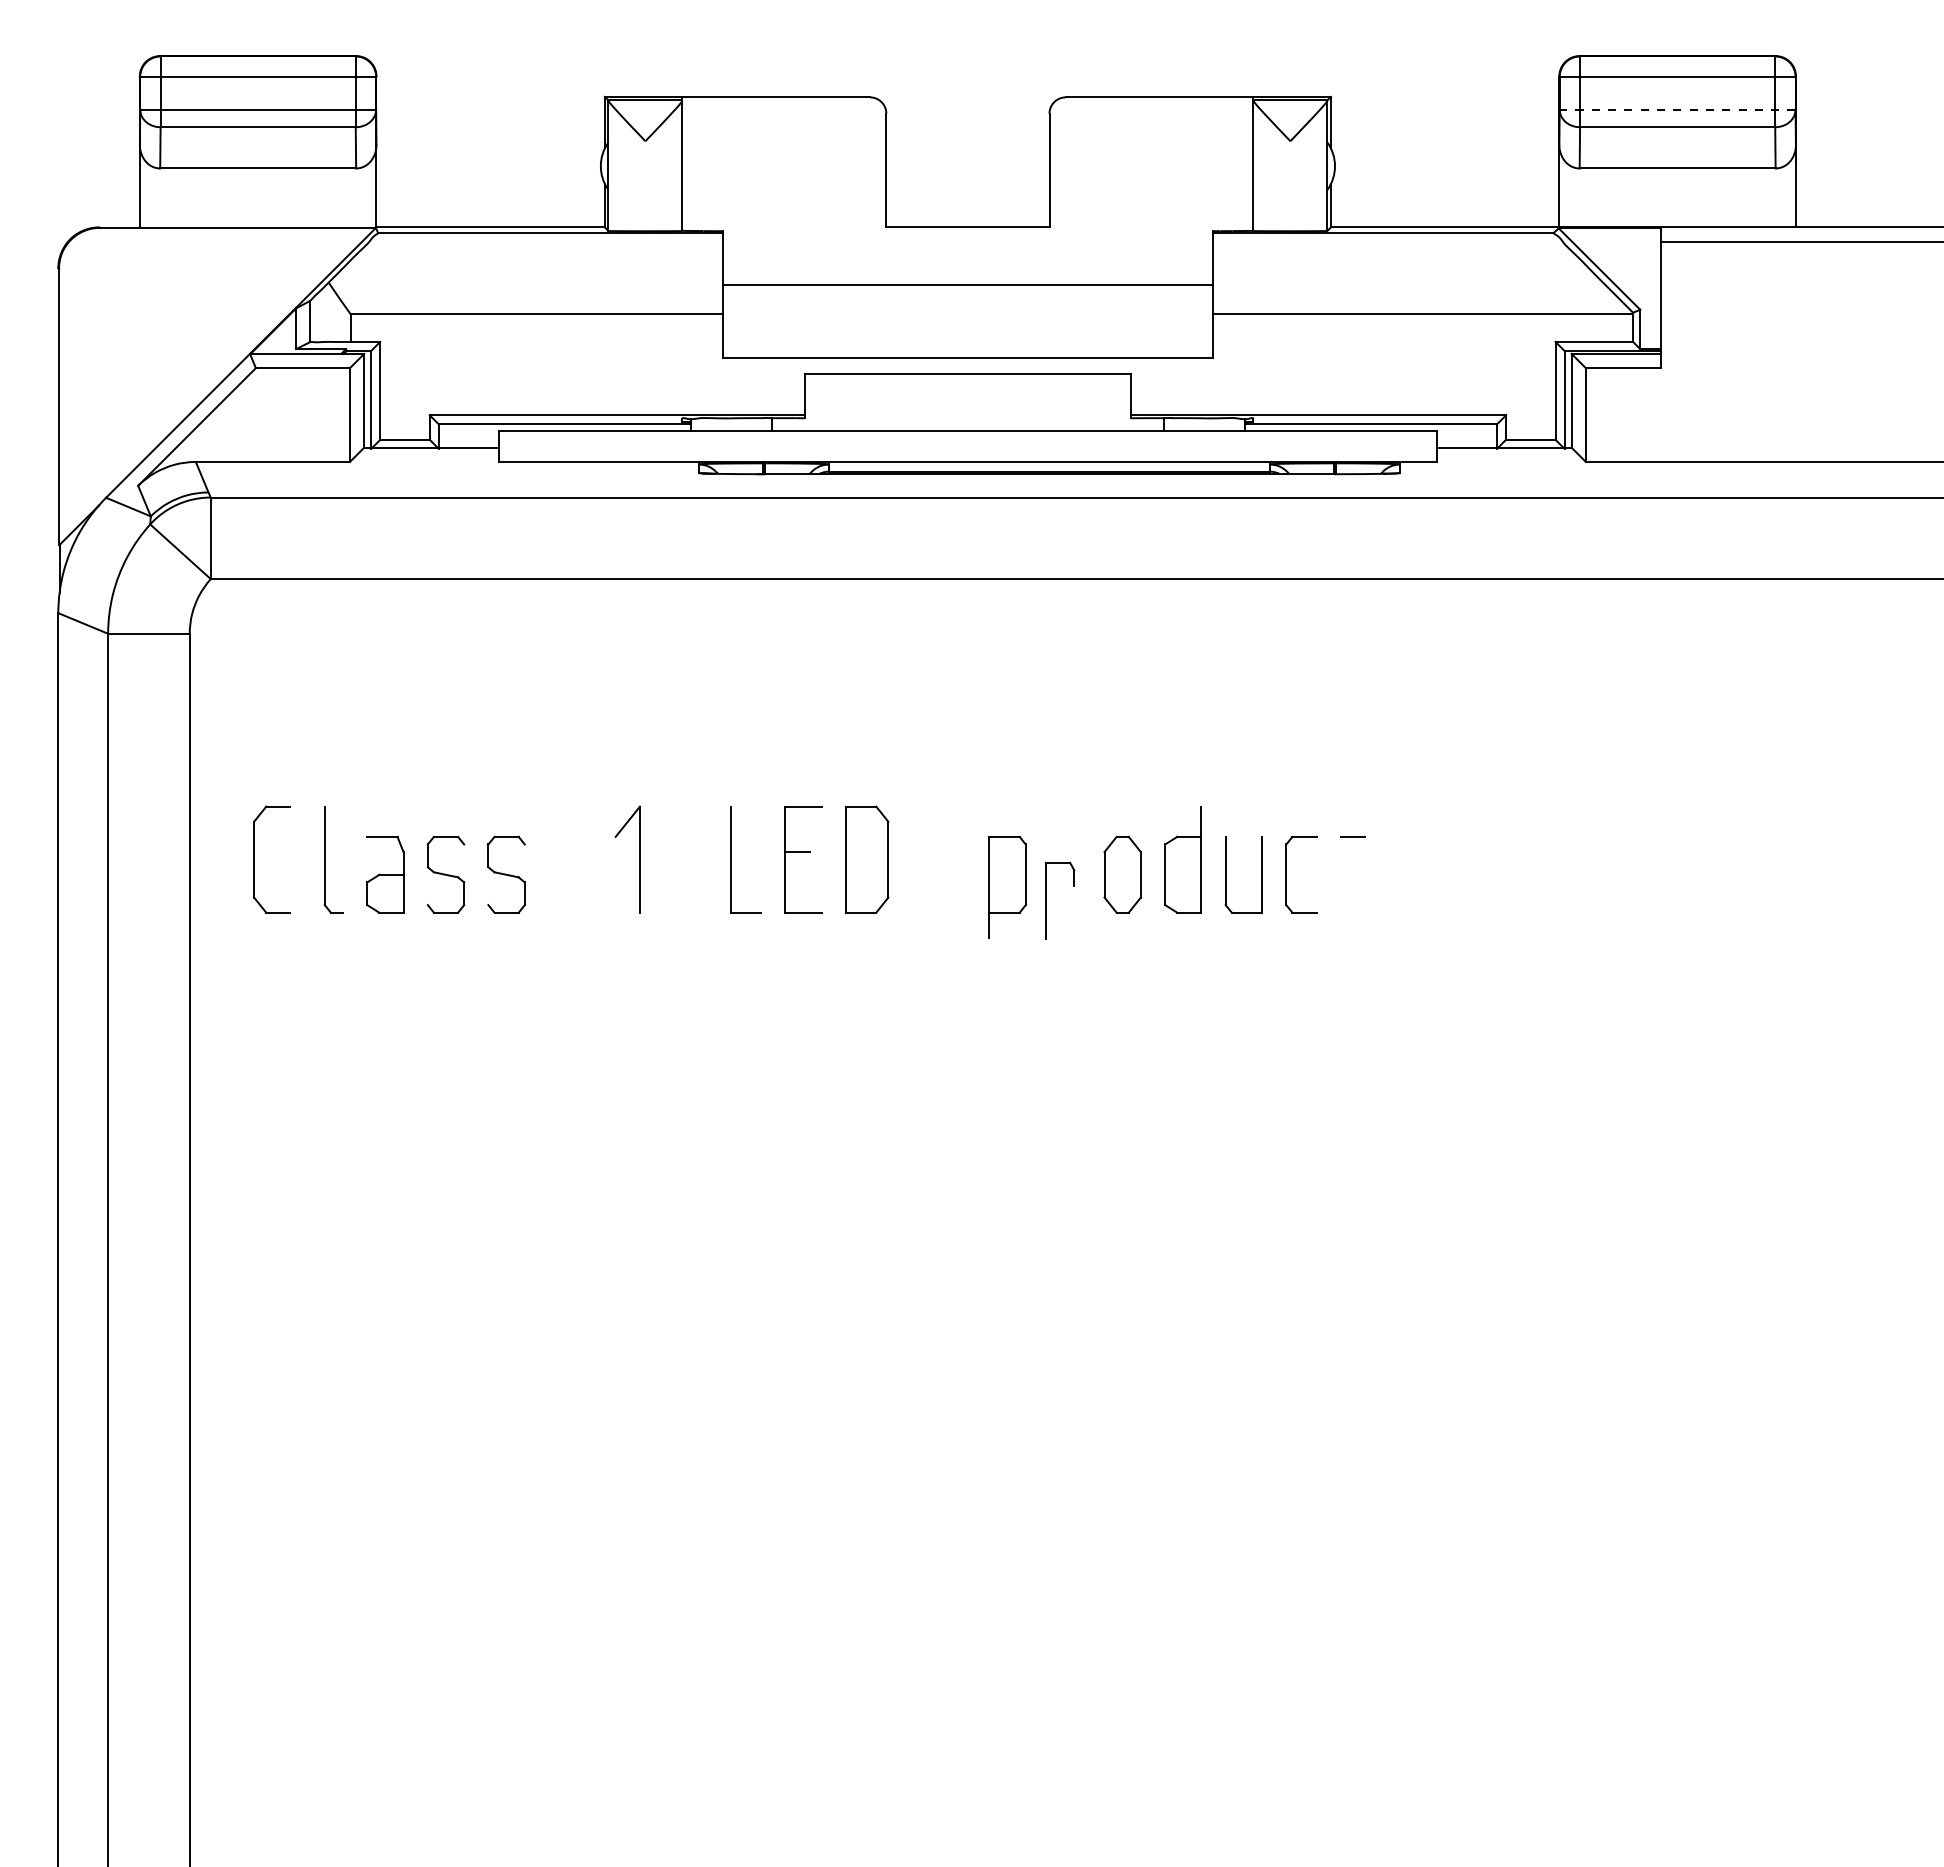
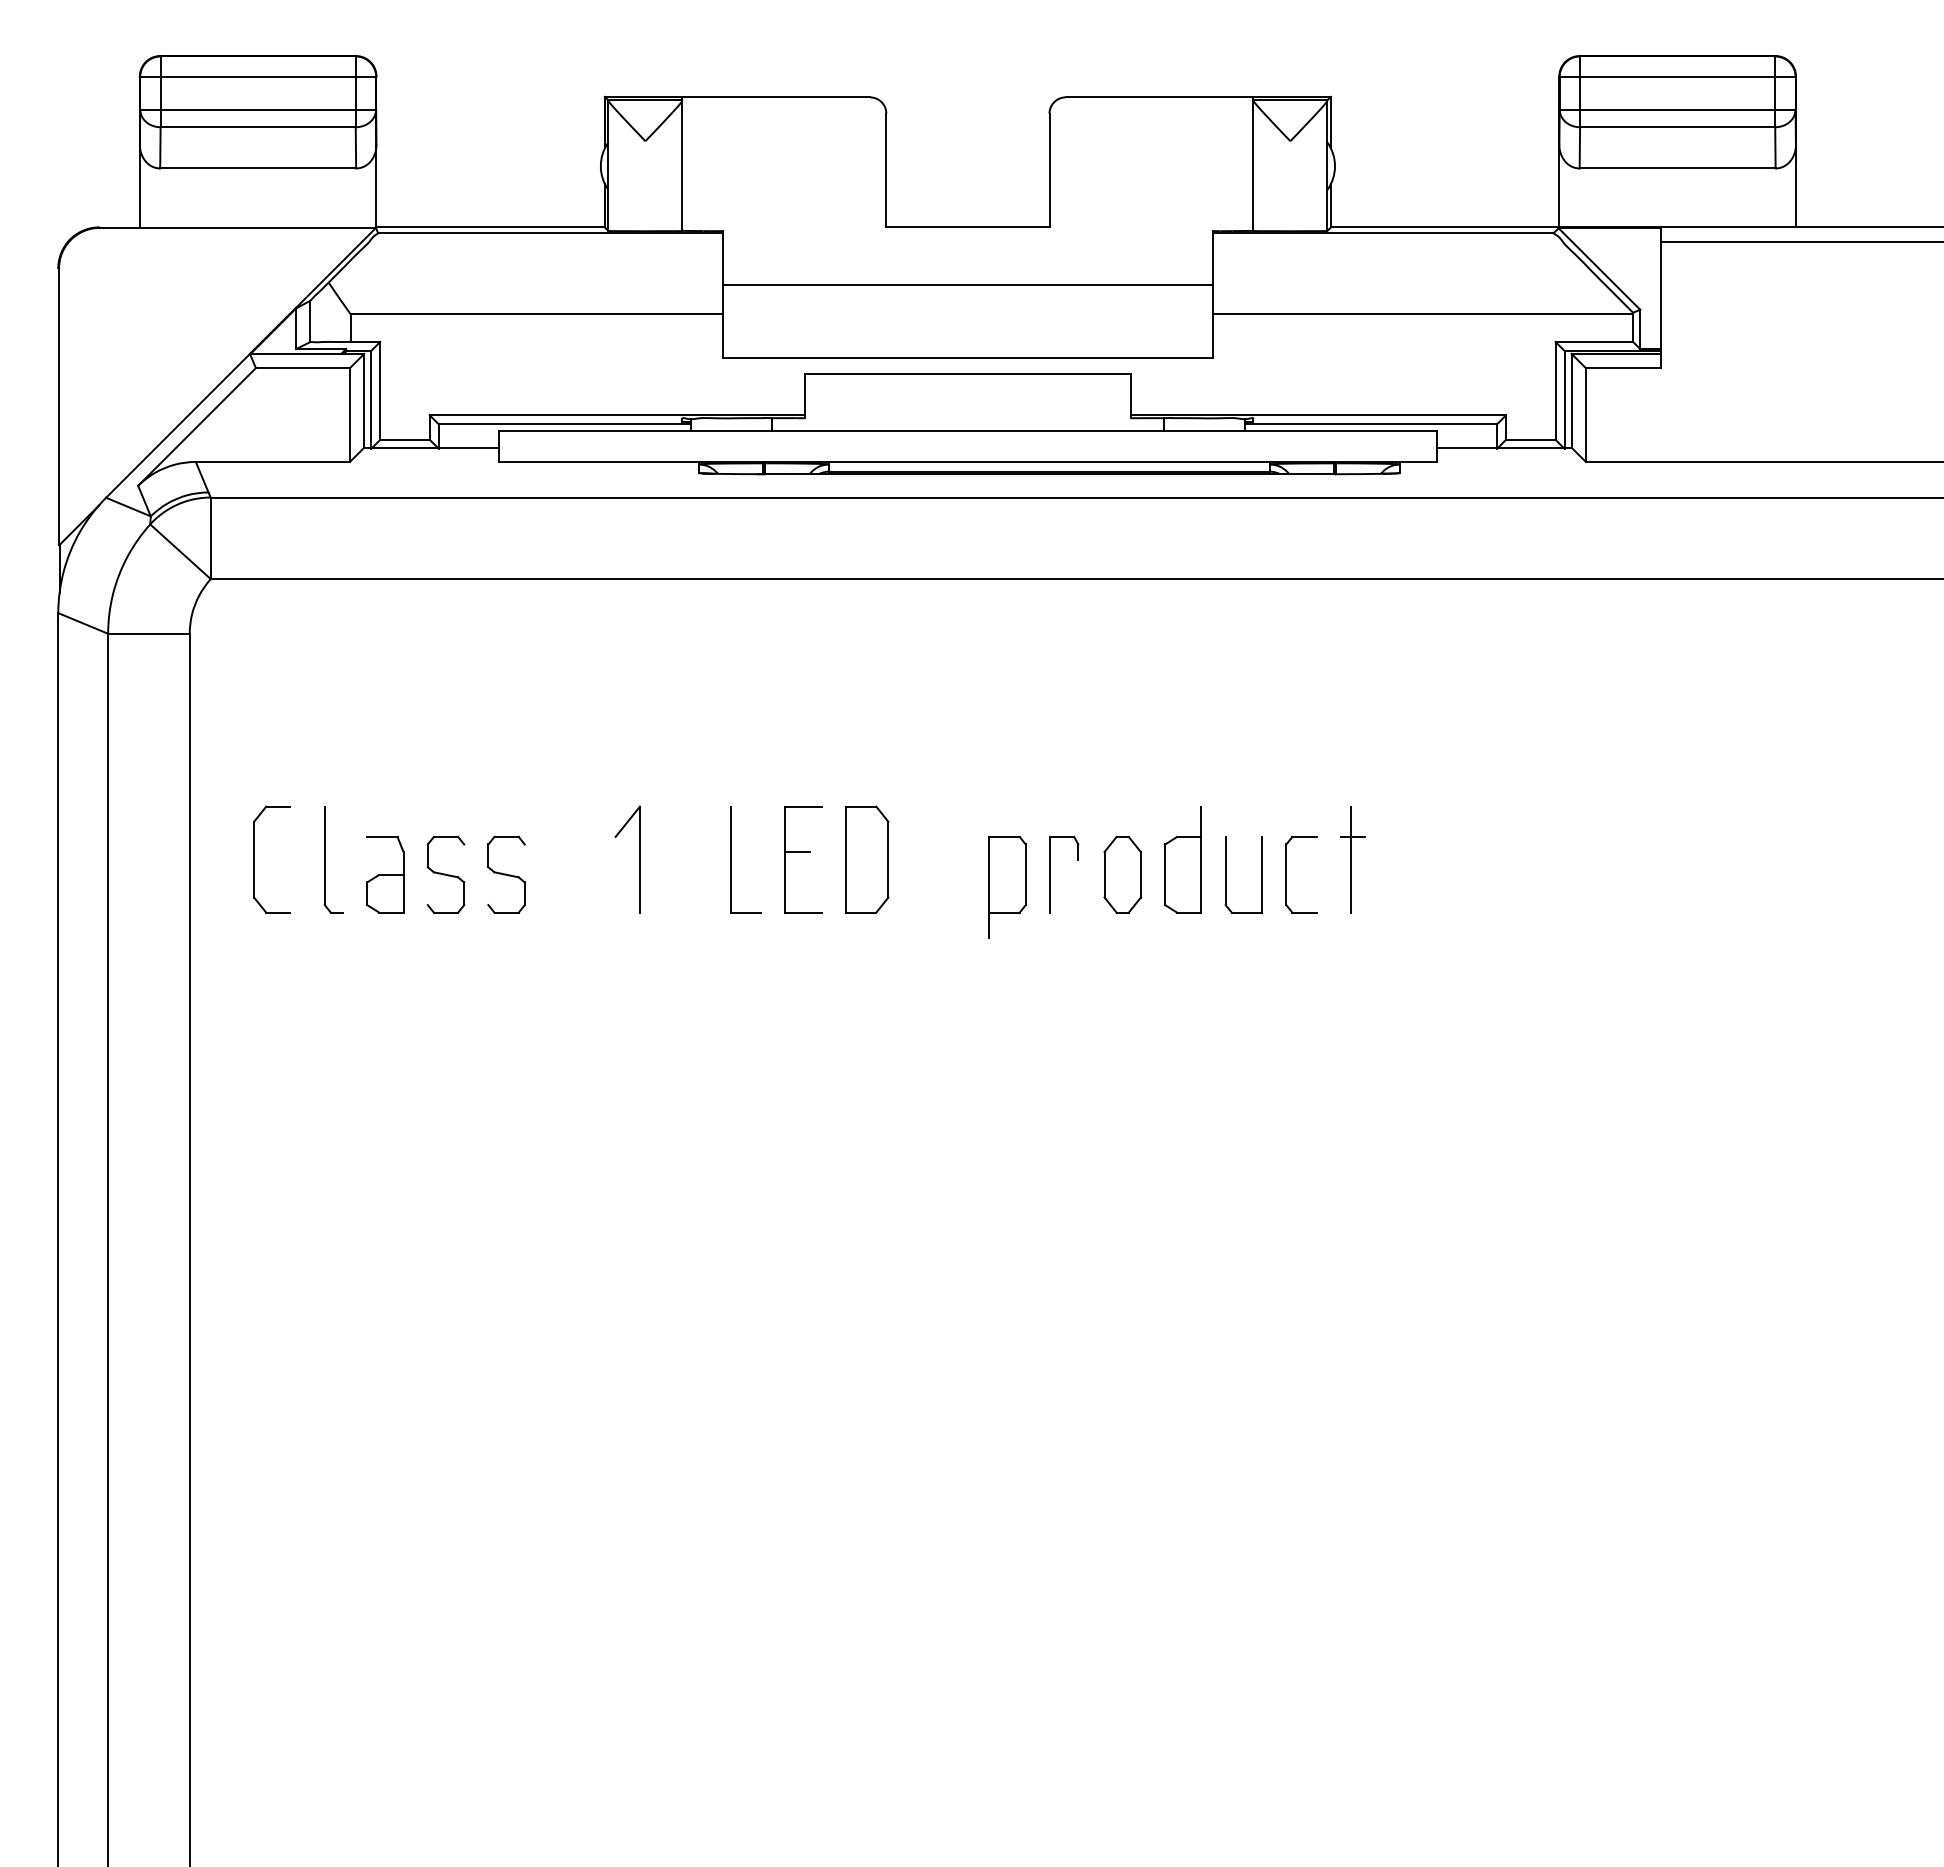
line at (1677, 109): dashed -> solid
line at (1351, 859): none -> present
part at (1046, 900) position: (1046, 900) -> (1050, 874)
